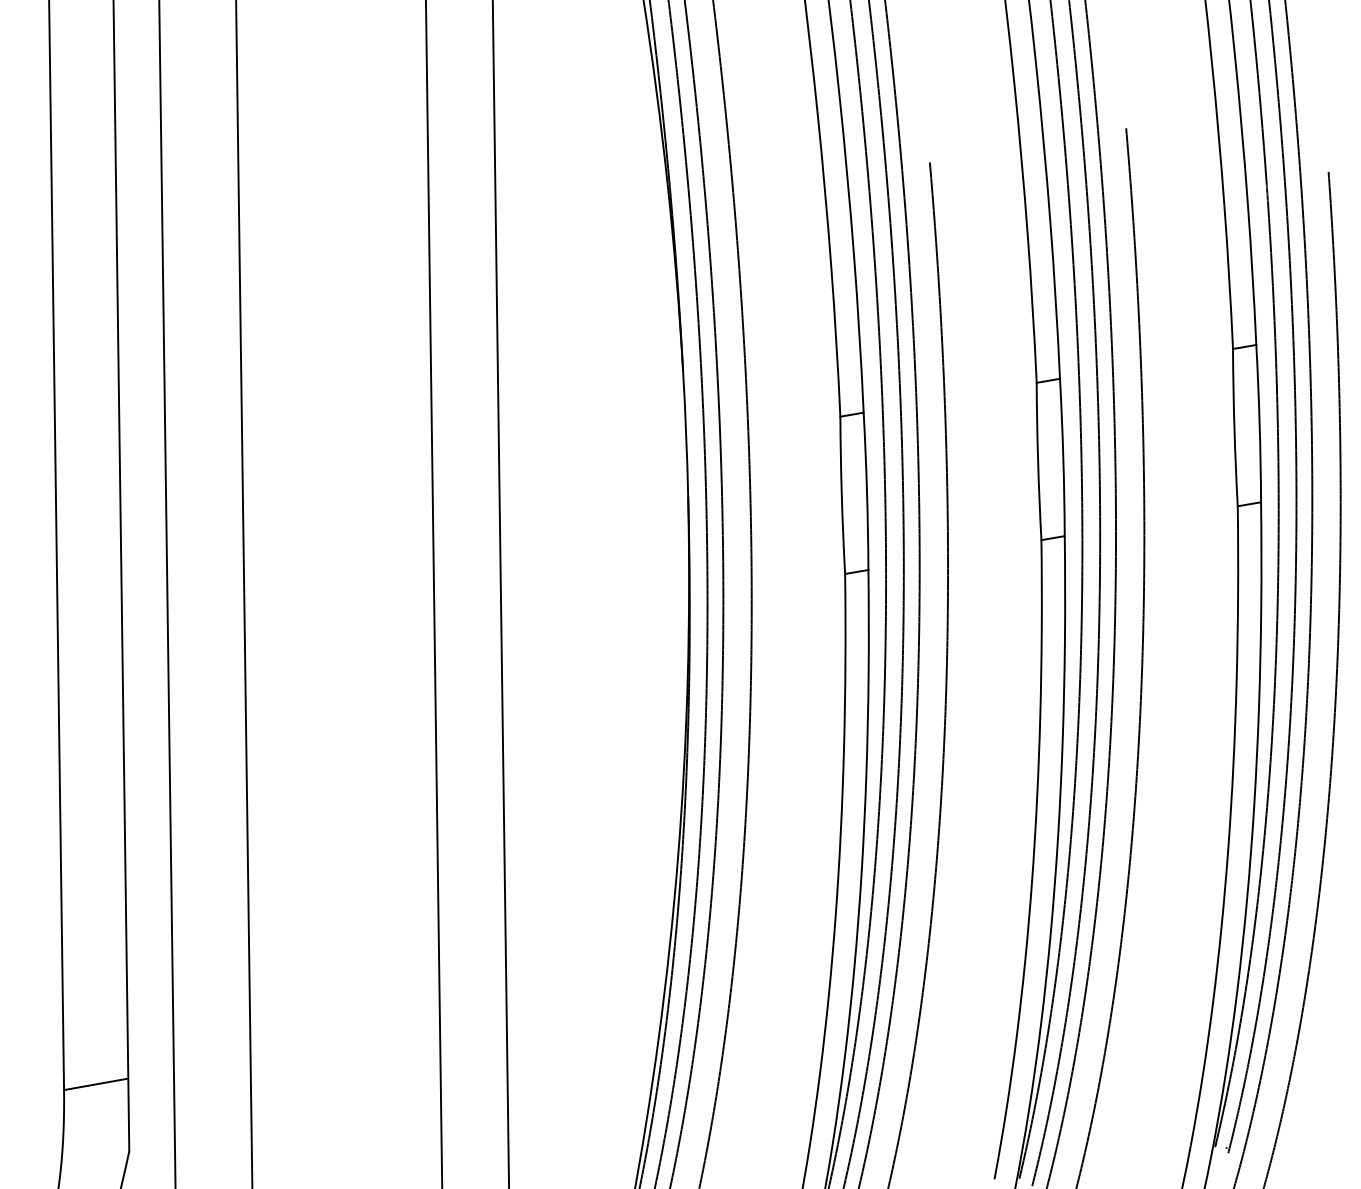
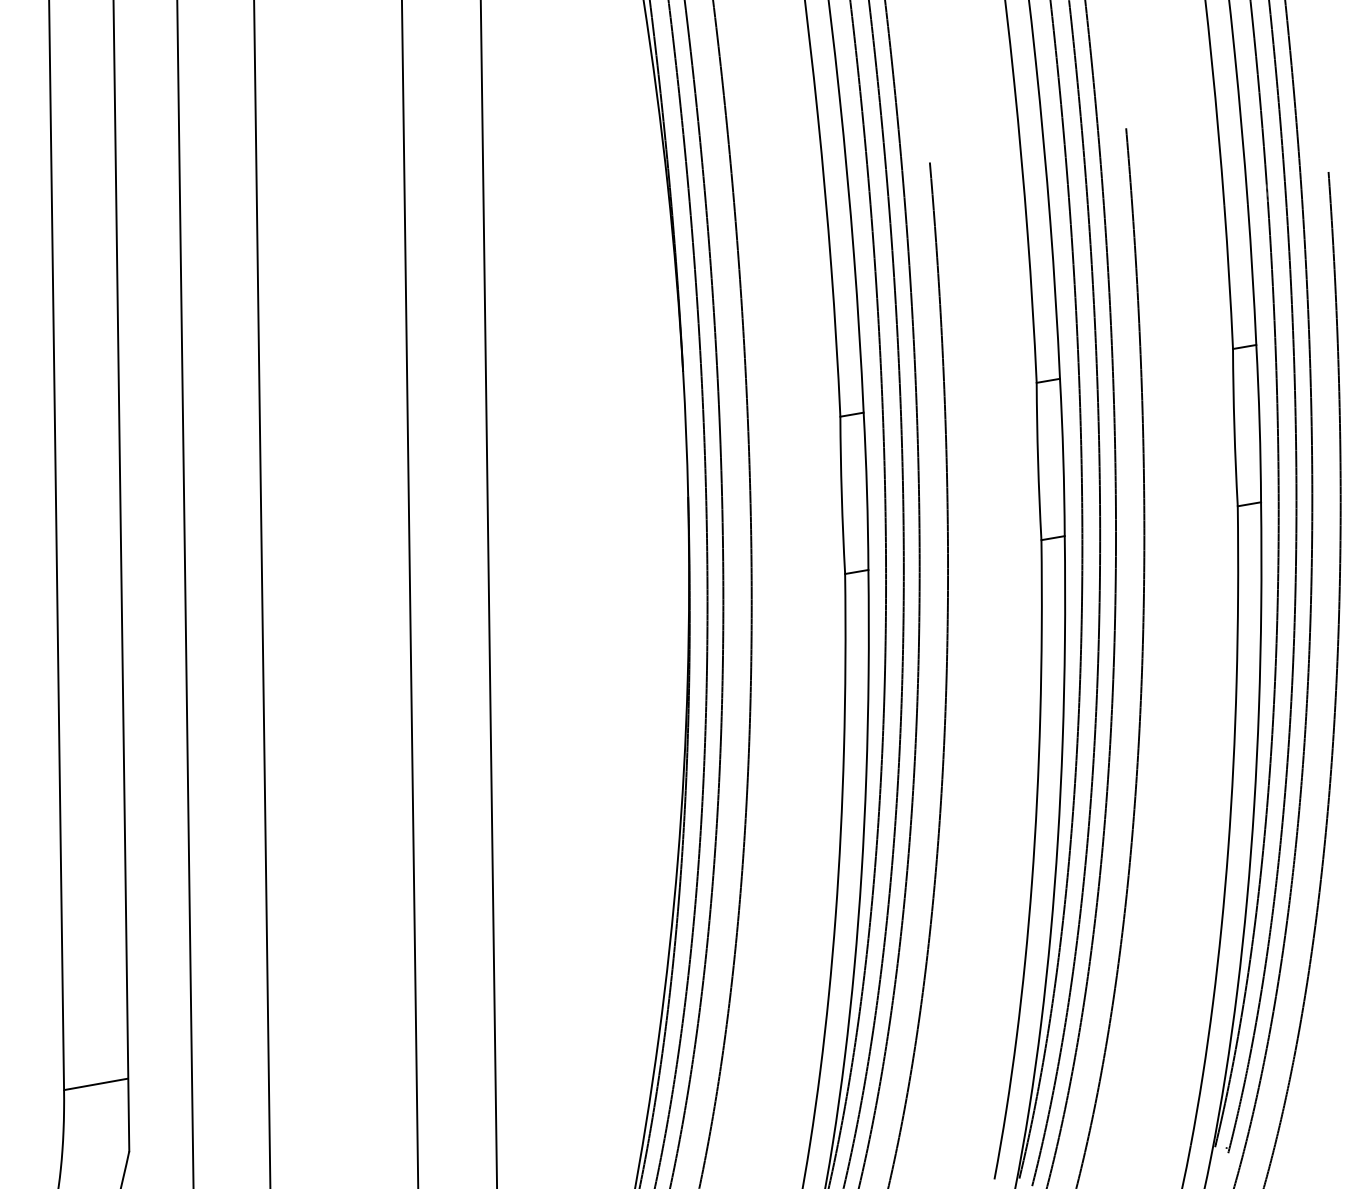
line at (167, 593) position: (167, 593) -> (185, 593)
line at (244, 593) position: (244, 593) -> (262, 593)
line at (434, 593) position: (434, 593) -> (410, 593)
line at (500, 593) position: (500, 593) -> (488, 593)
